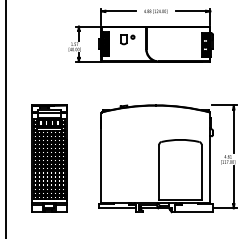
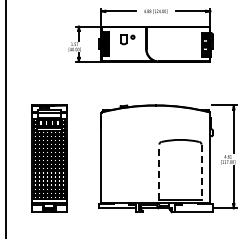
line at (159, 172): solid -> dashed
line at (201, 172): solid -> dashed
